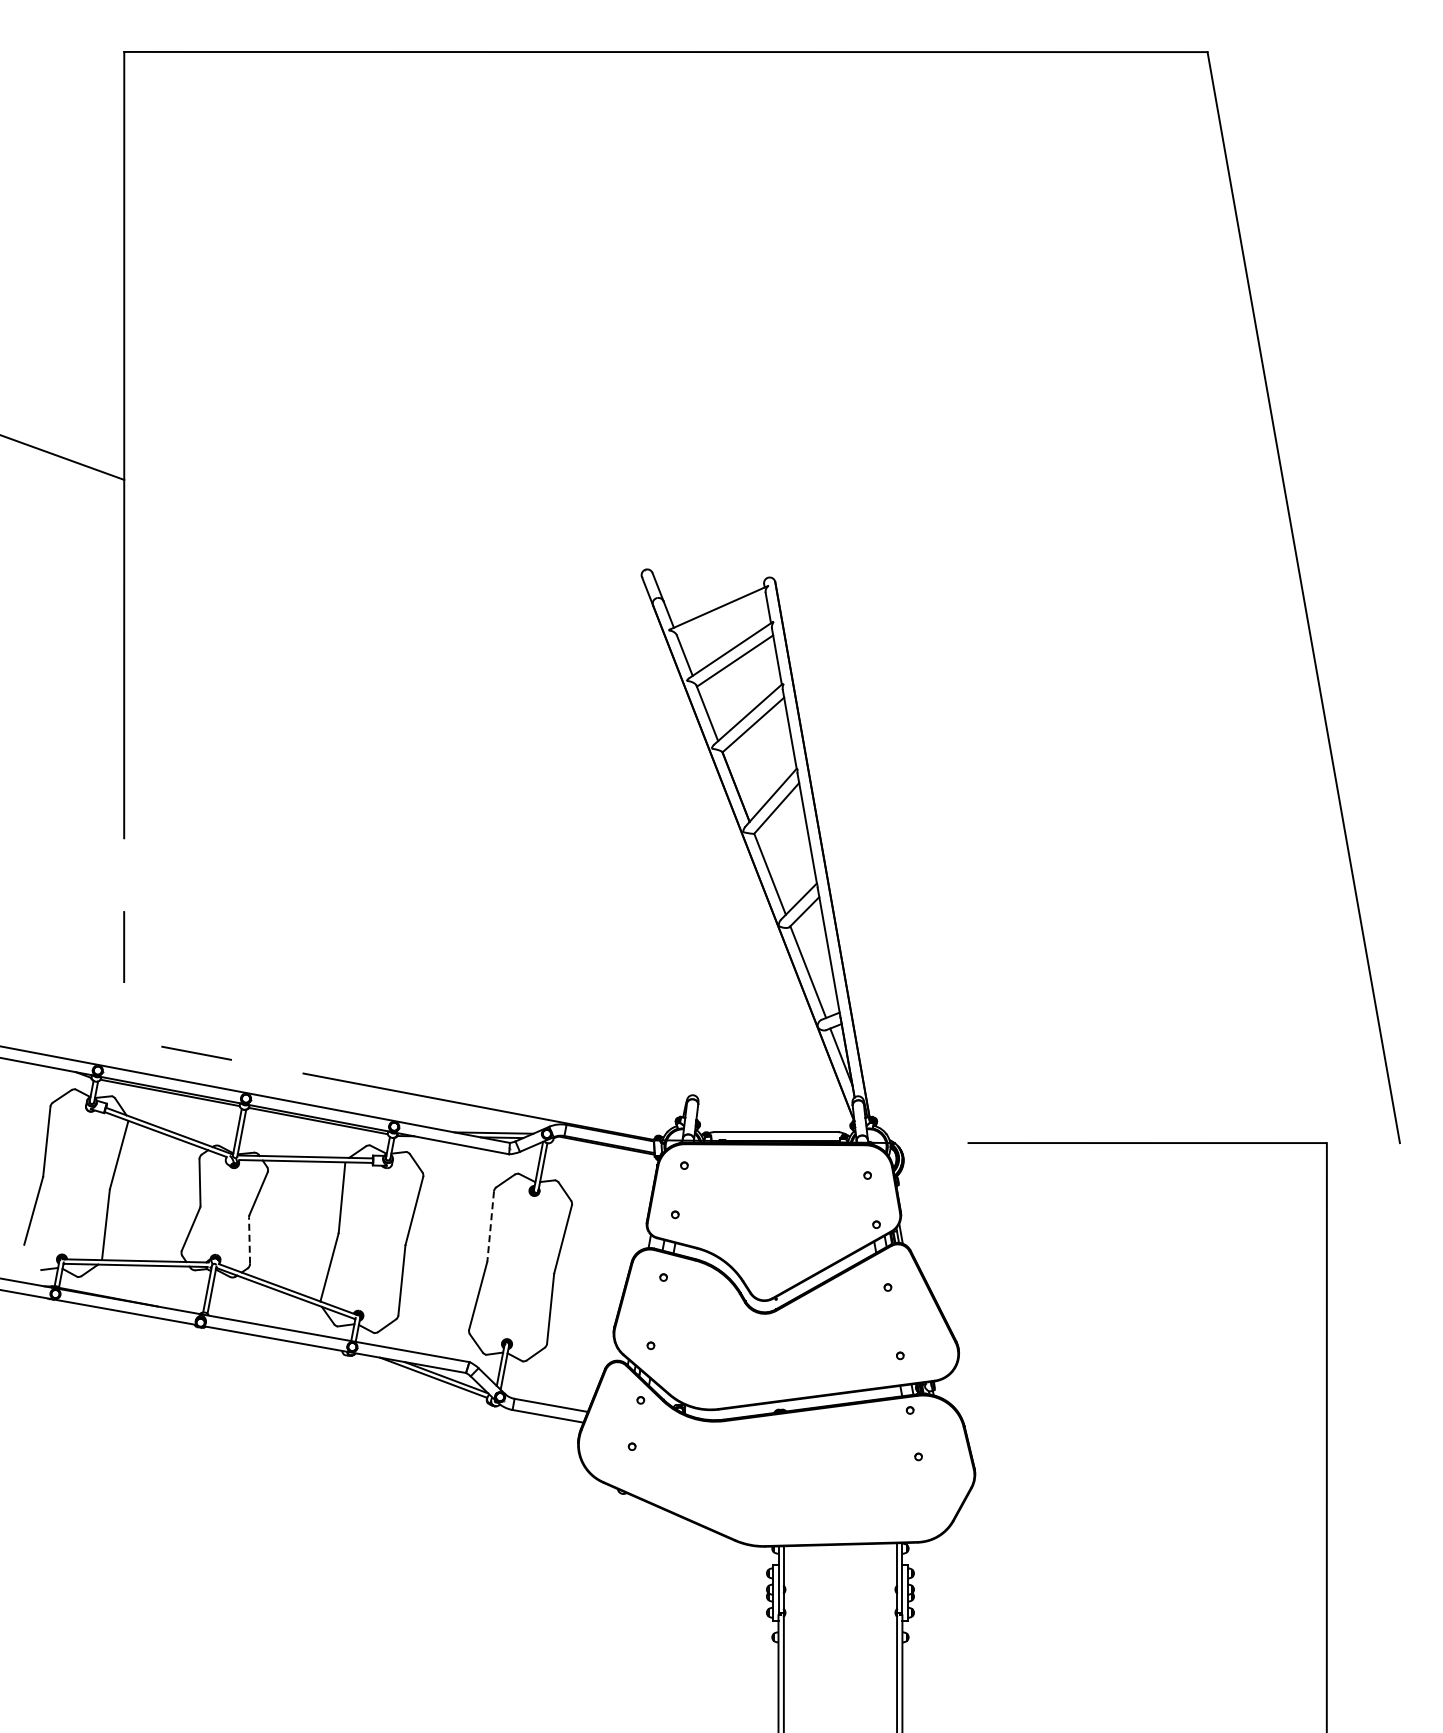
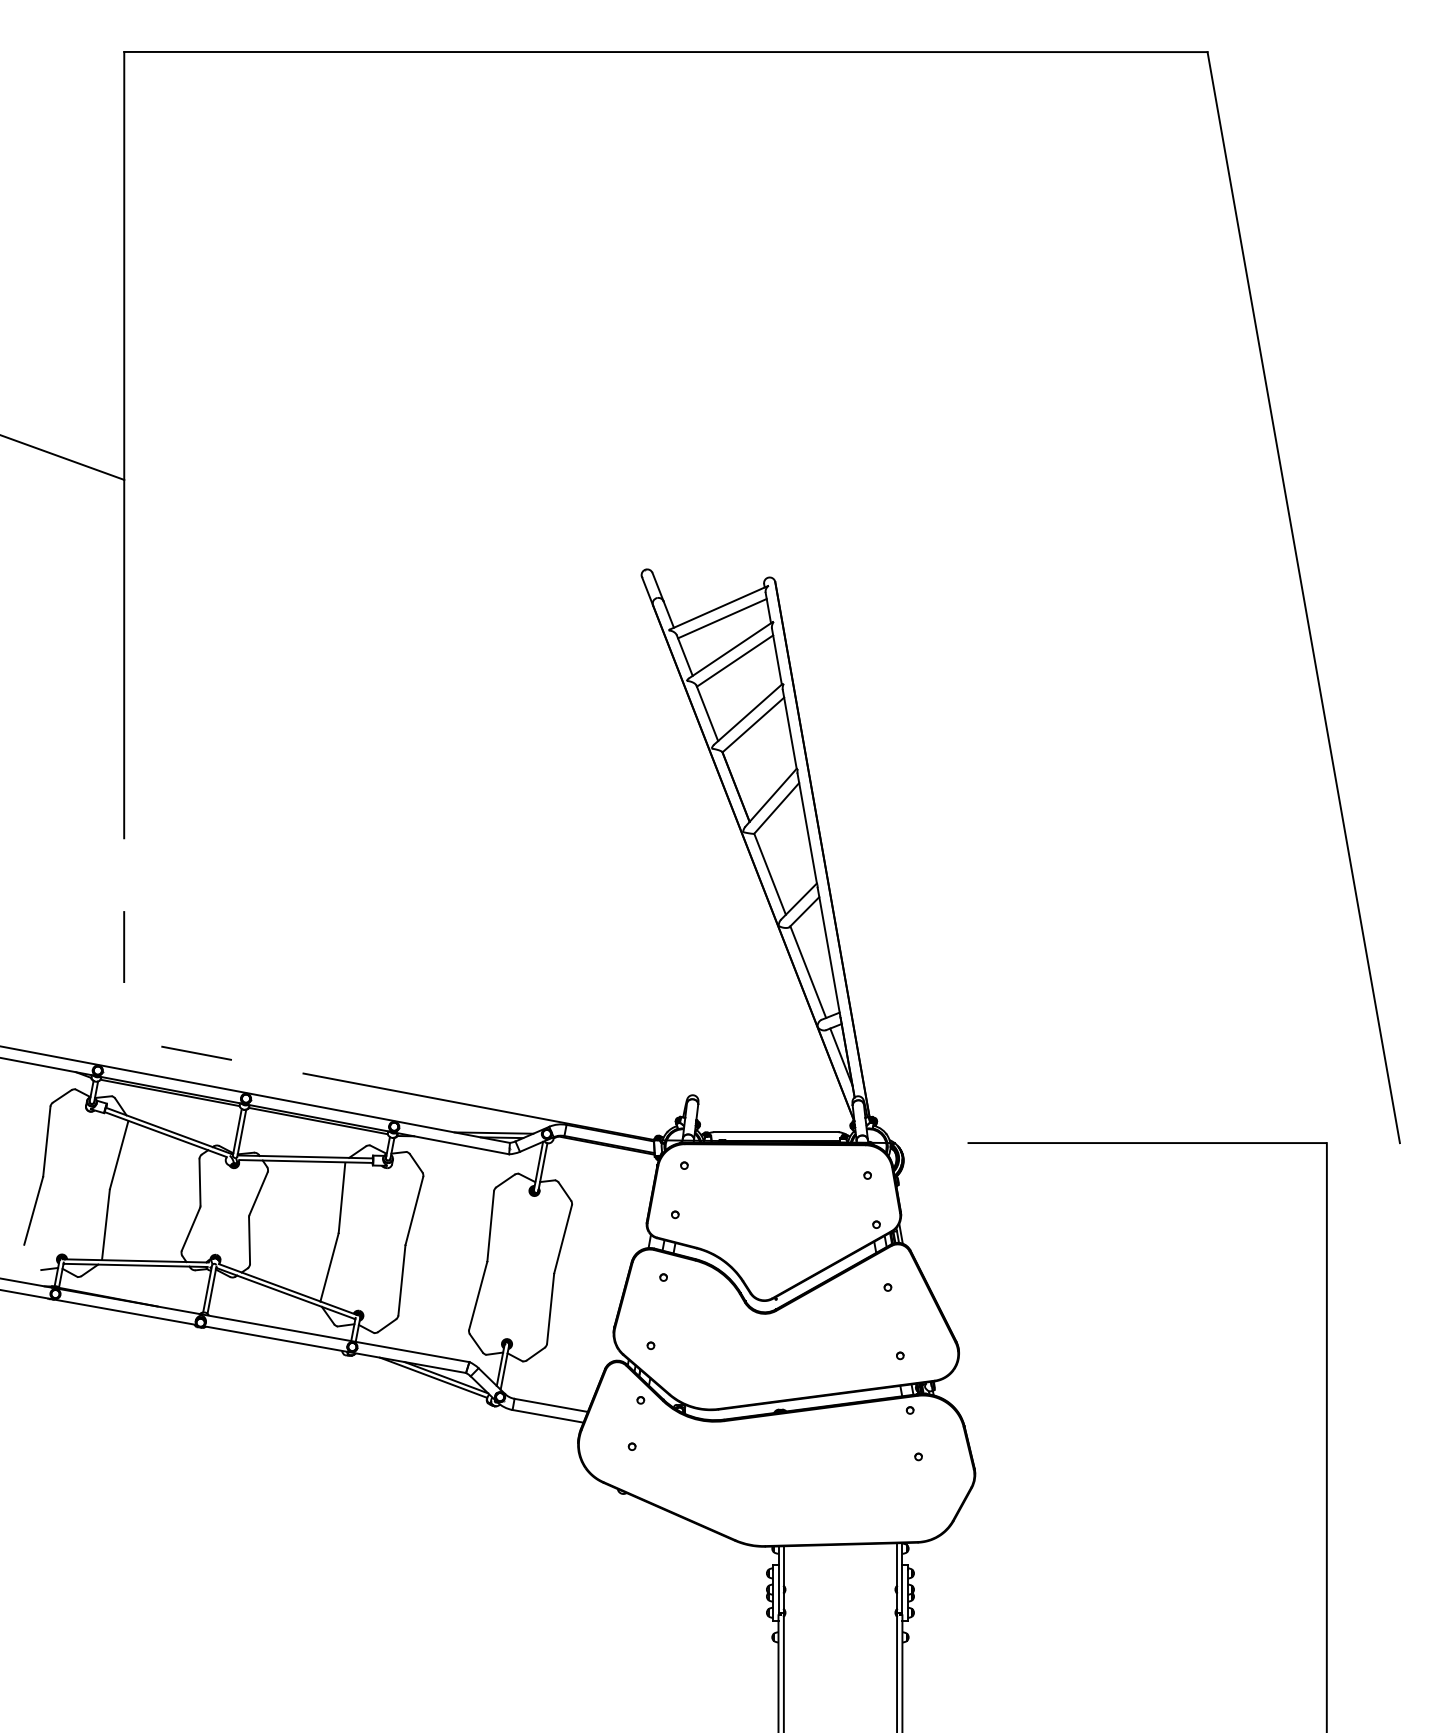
line at (722, 618): none -> present
line at (490, 1226): dashed -> solid
line at (249, 1240): dashed -> solid
